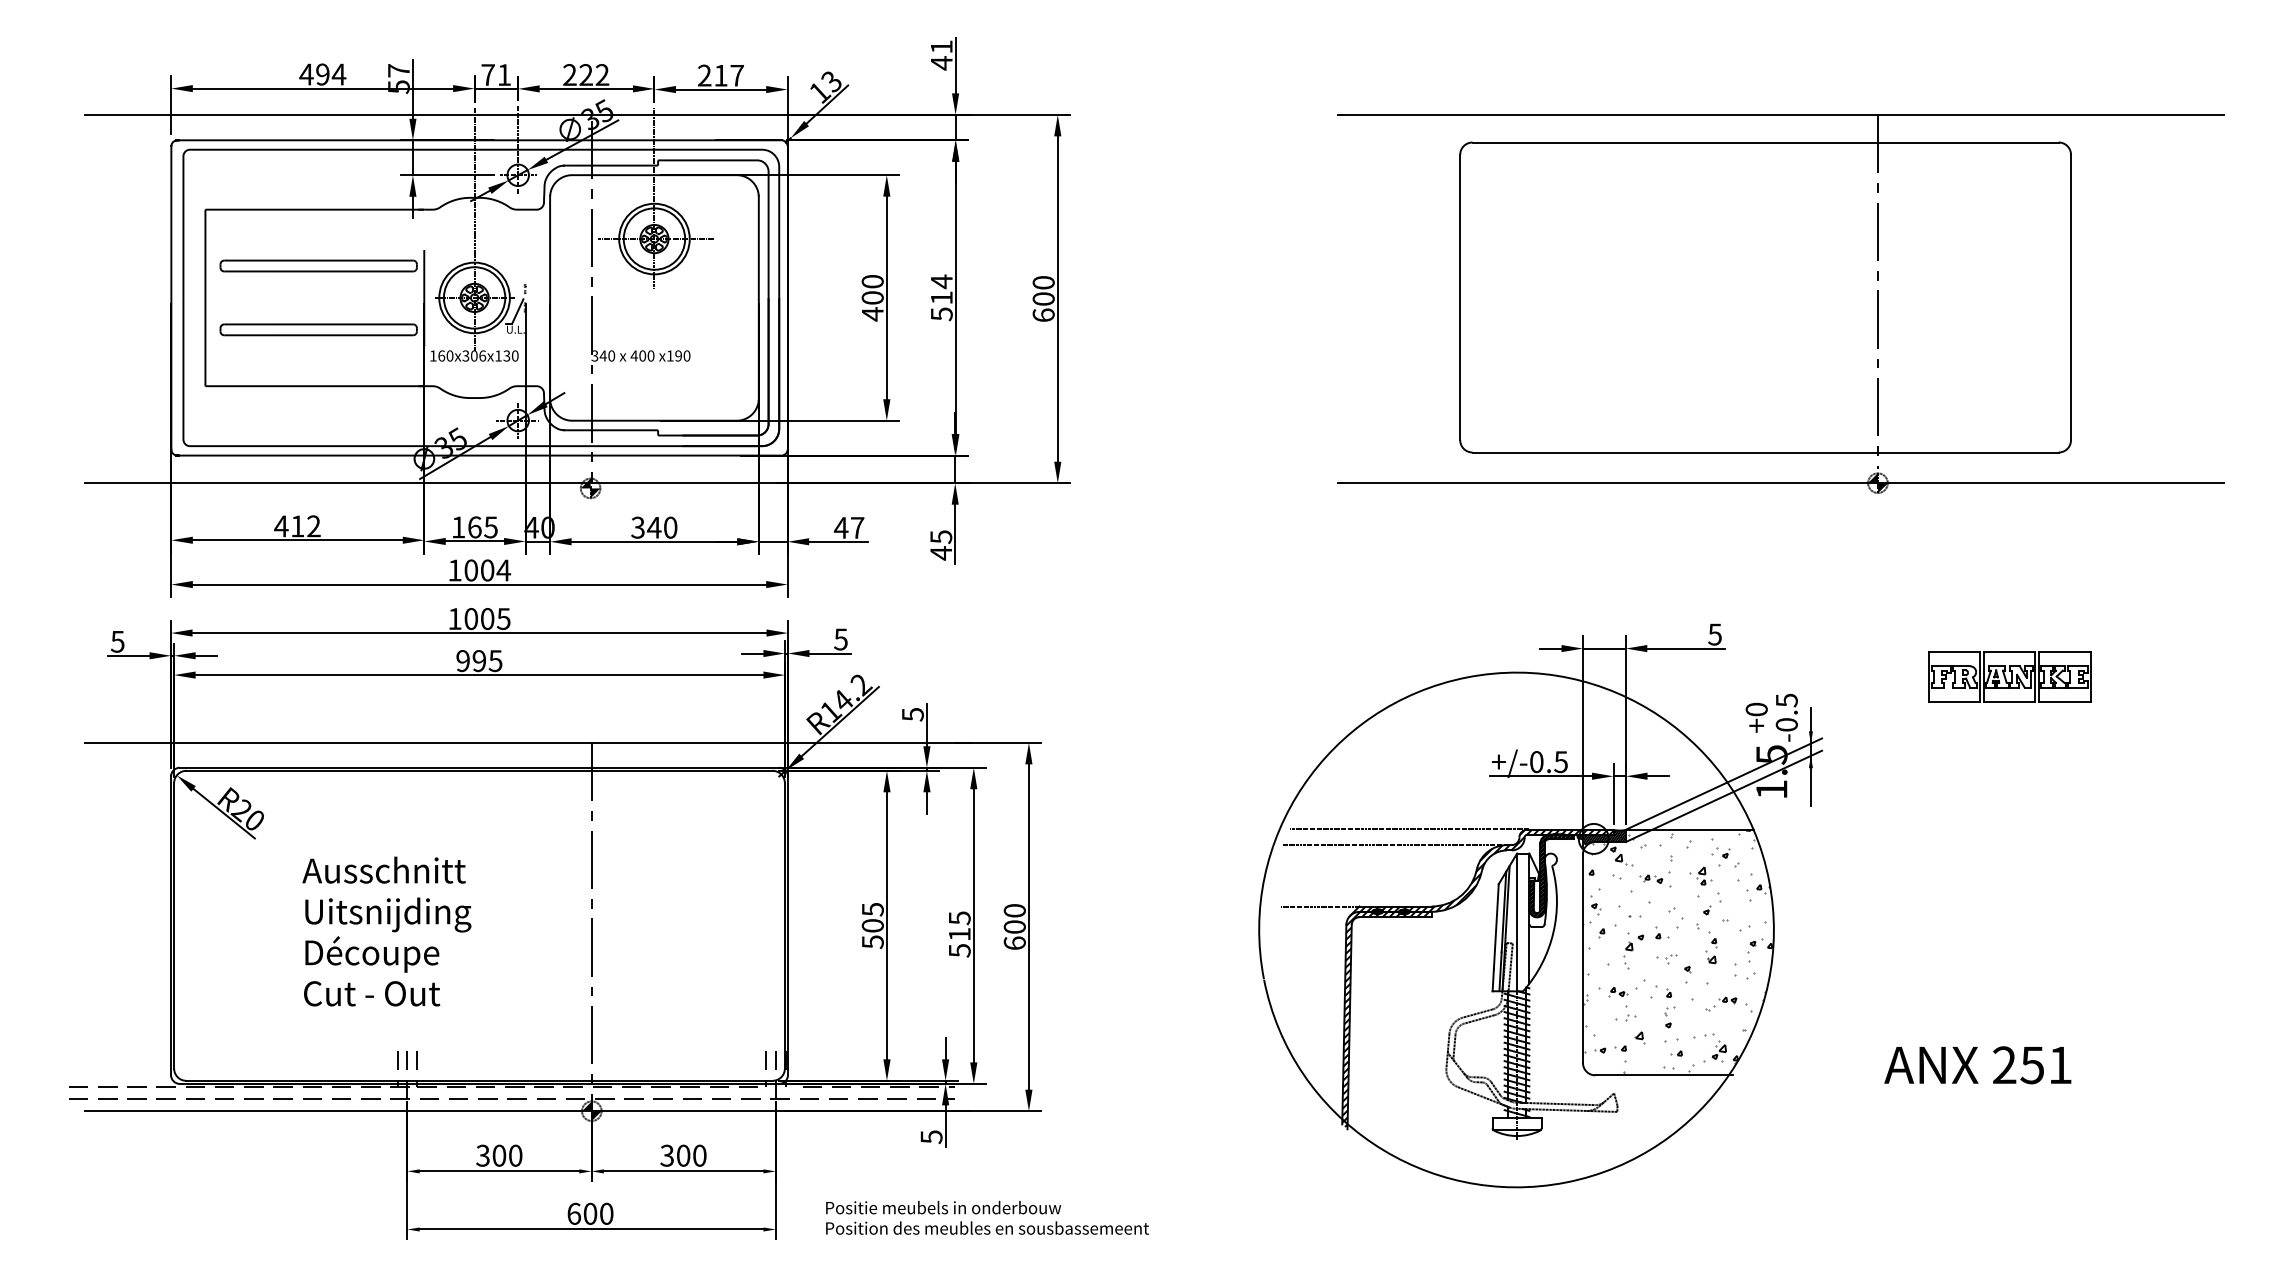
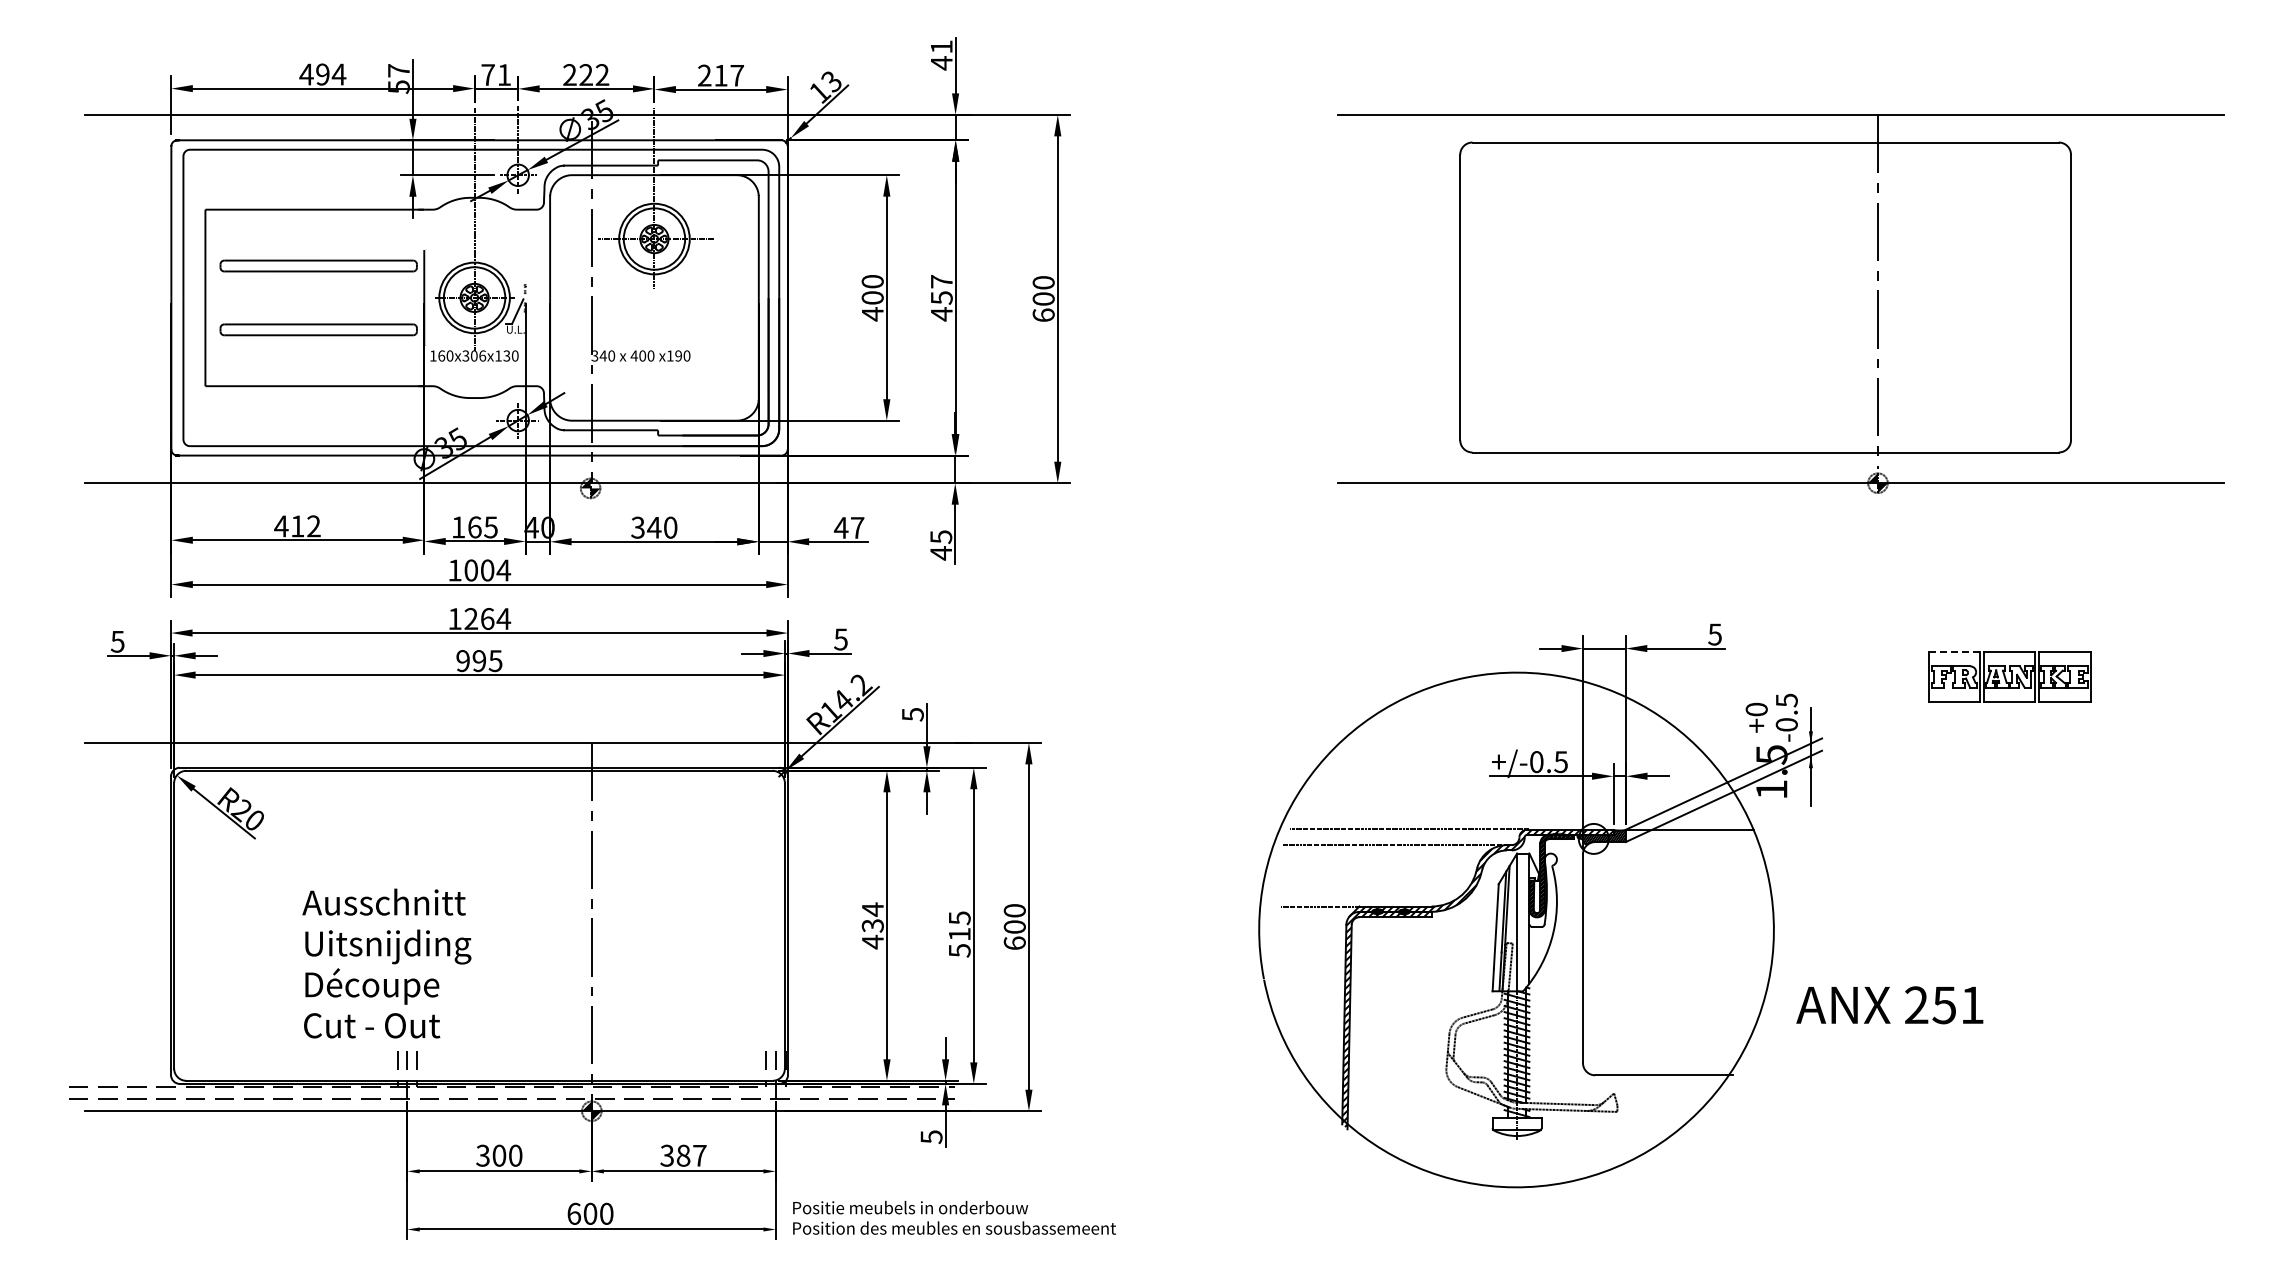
text at (941, 297): 514 -> 457
text at (487, 619): 1005 -> 1264
line at (1955, 651): solid -> dashed
text at (872, 925): 505 -> 434
text at (386, 931) position: (386, 931) -> (386, 963)
hatch at (1677, 951): present -> none
text at (1977, 1065) position: (1977, 1065) -> (1889, 1005)
text at (691, 1155): 300 -> 387
text at (987, 1217) position: (987, 1217) -> (954, 1217)
